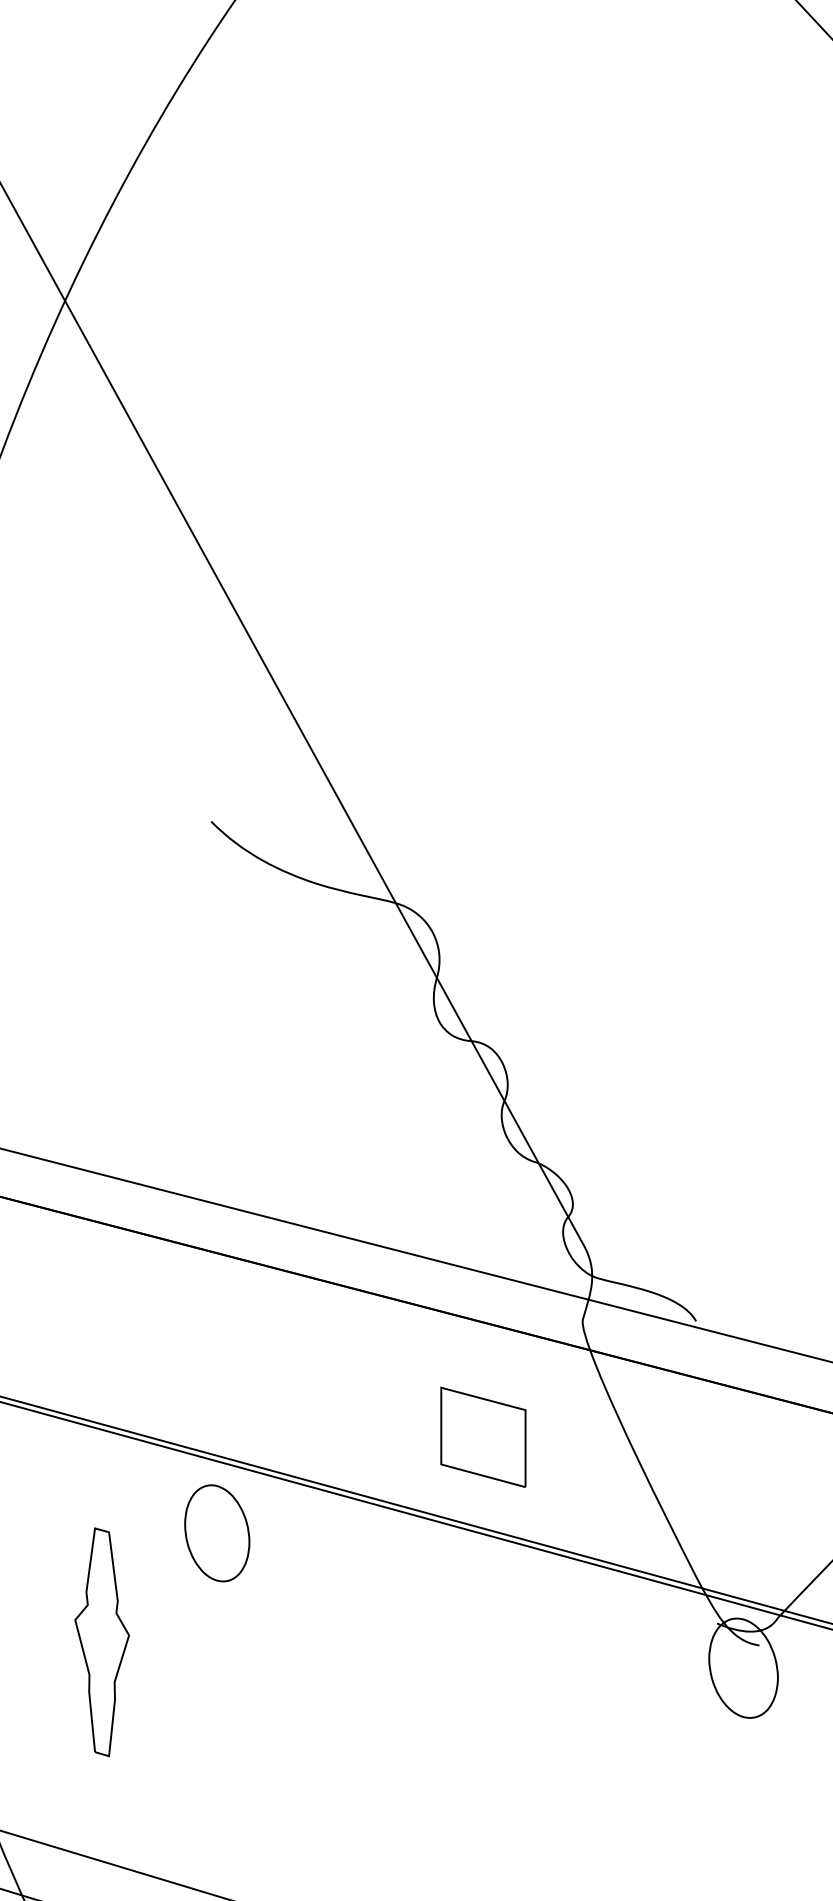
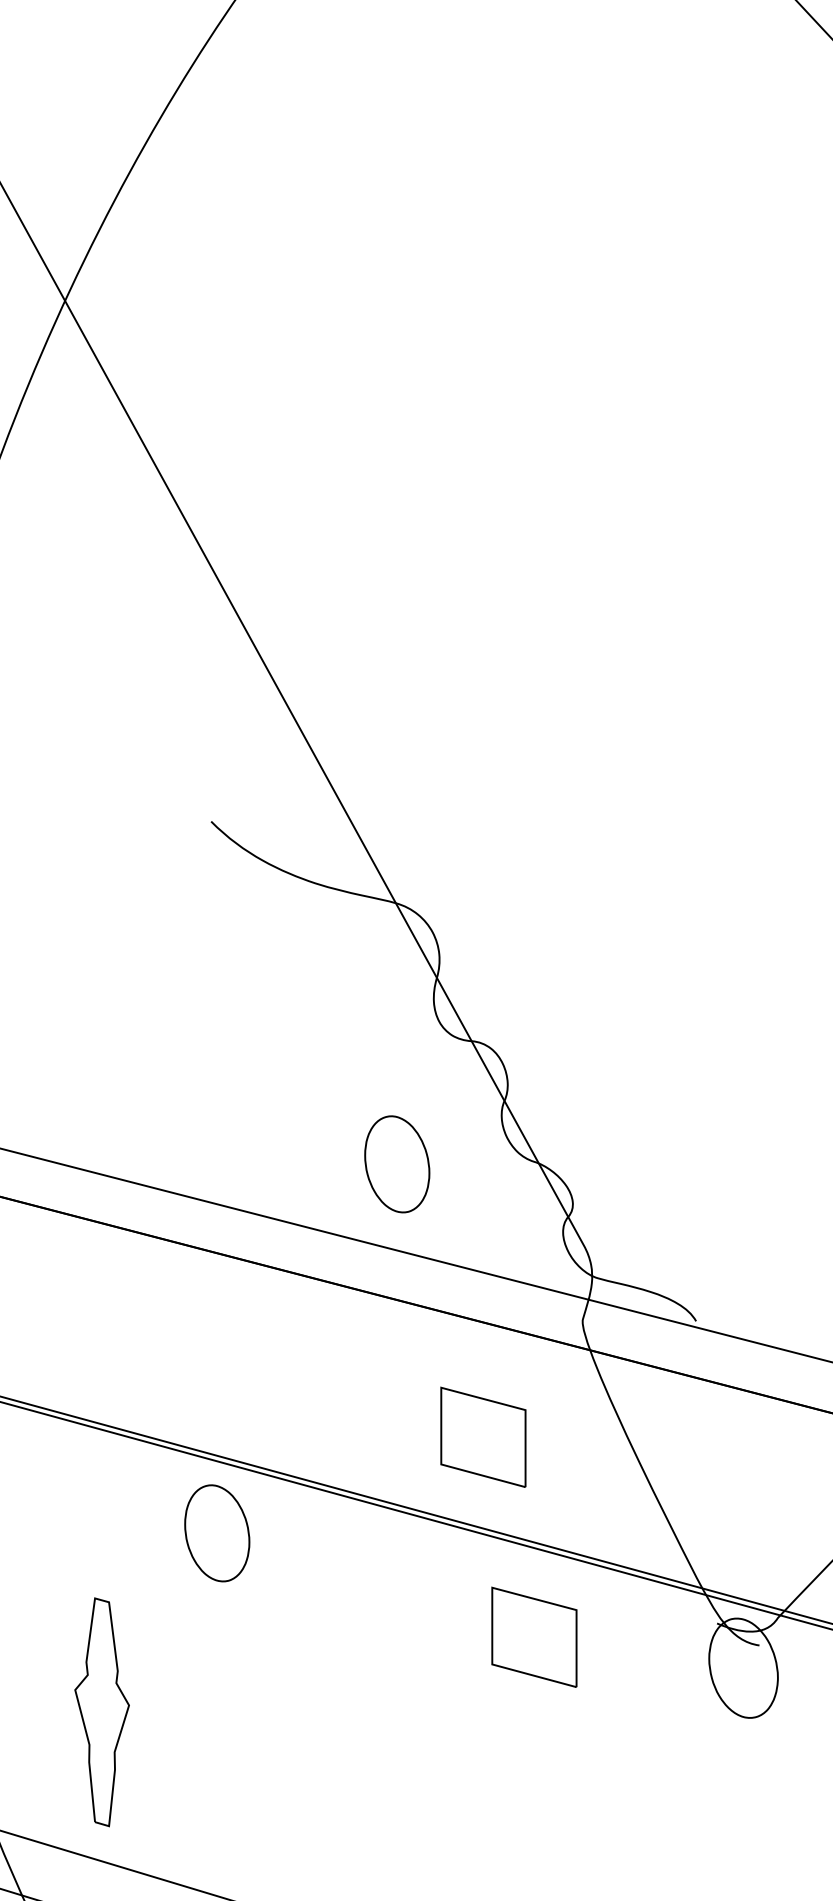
part at (397, 1164): none -> present
part at (534, 1636): none -> present
part at (101, 1642) position: (101, 1642) -> (101, 1712)
